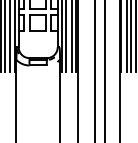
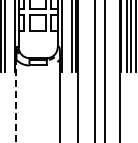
line at (10, 36): present -> none
line at (65, 36): present -> none
line at (16, 100): solid -> dashed
